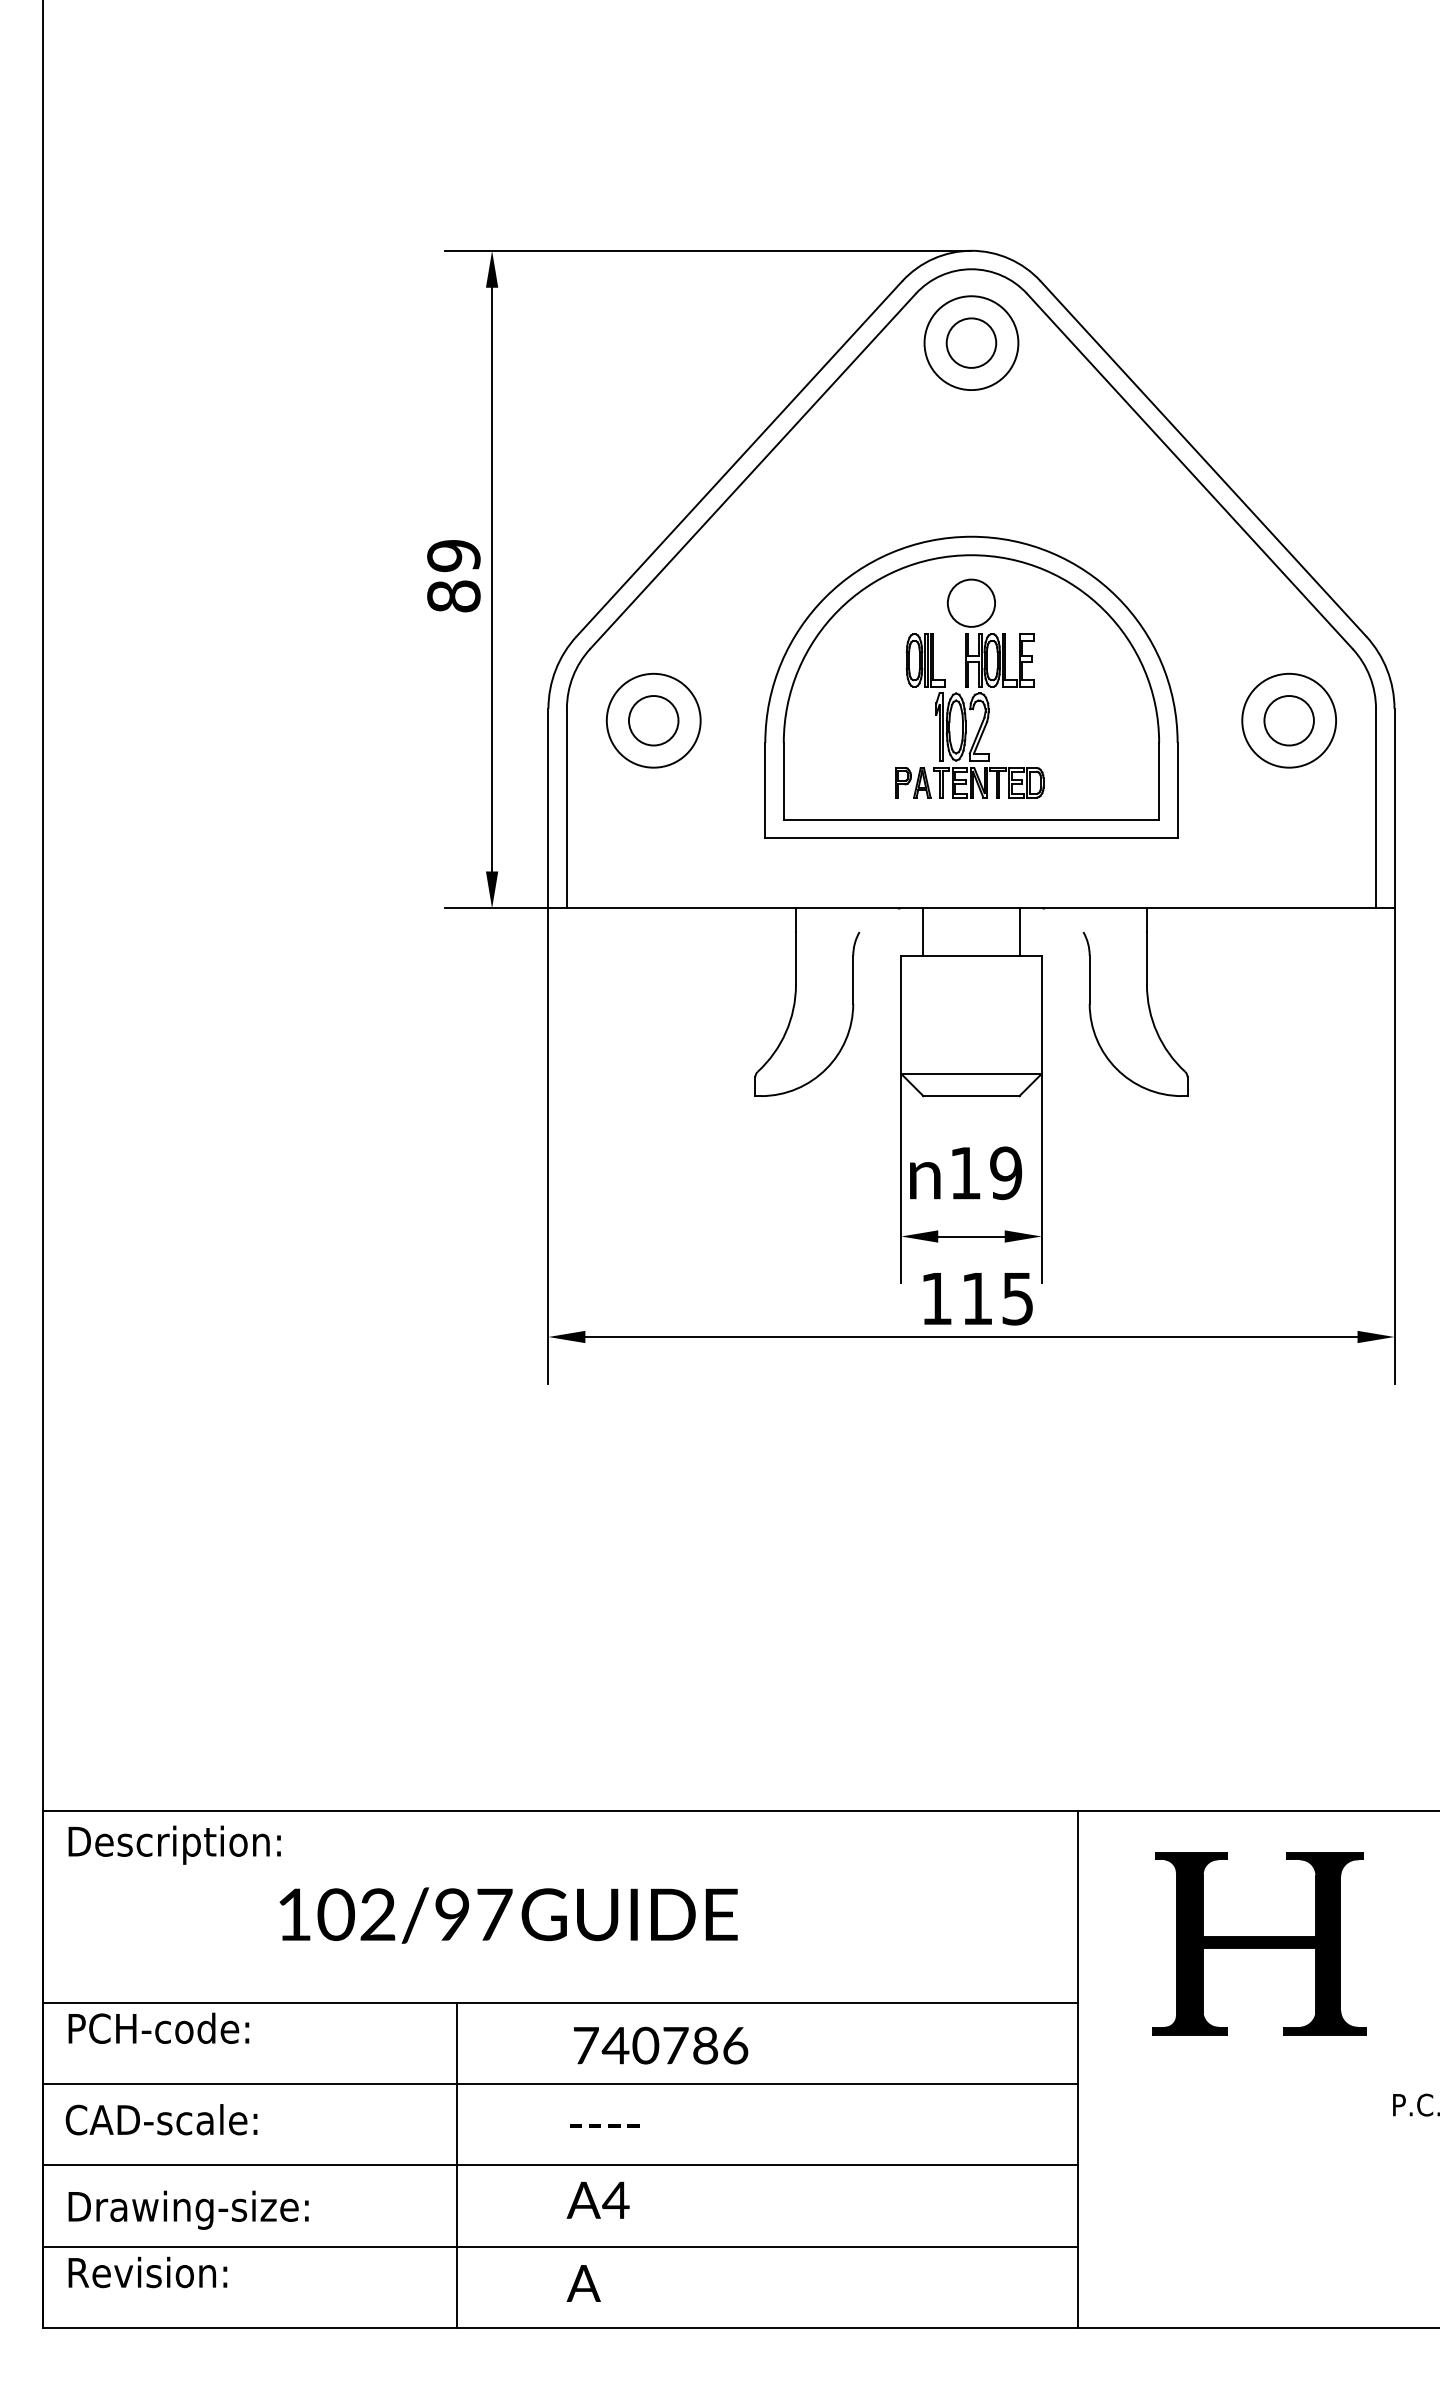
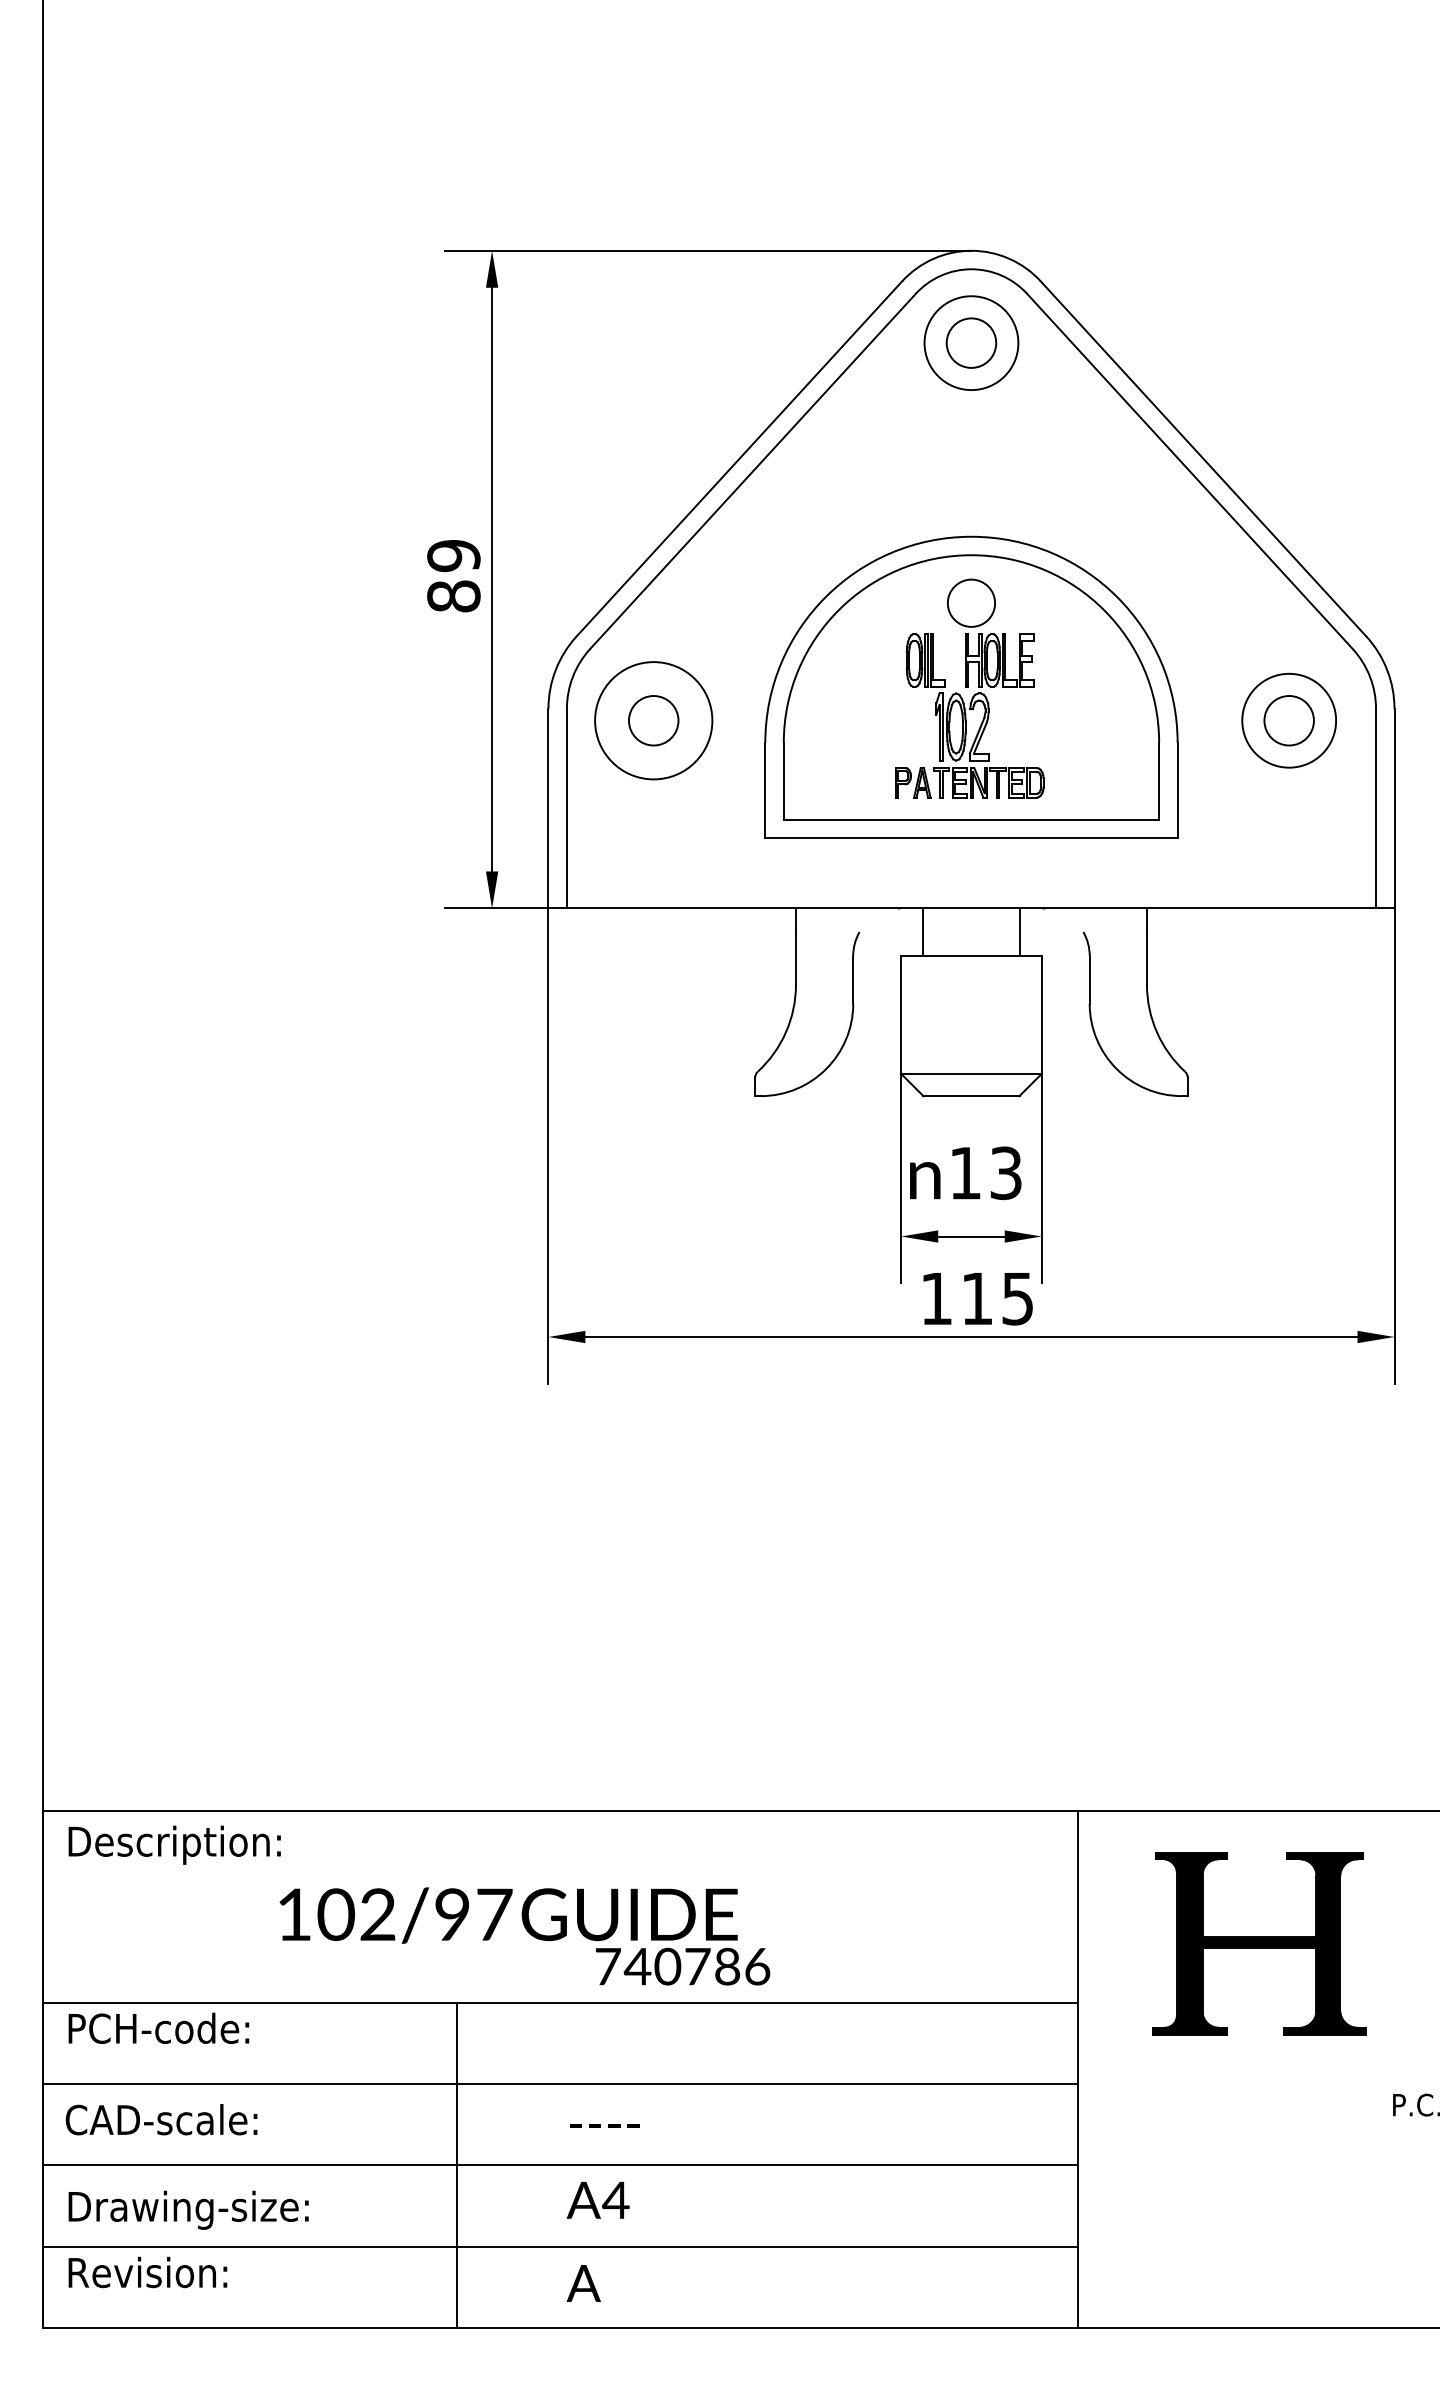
circle at (653, 720) diameter: 94 px -> 117 px
text at (1006, 1172): 19 -> 13
text at (661, 2045) position: (661, 2045) -> (683, 1966)
